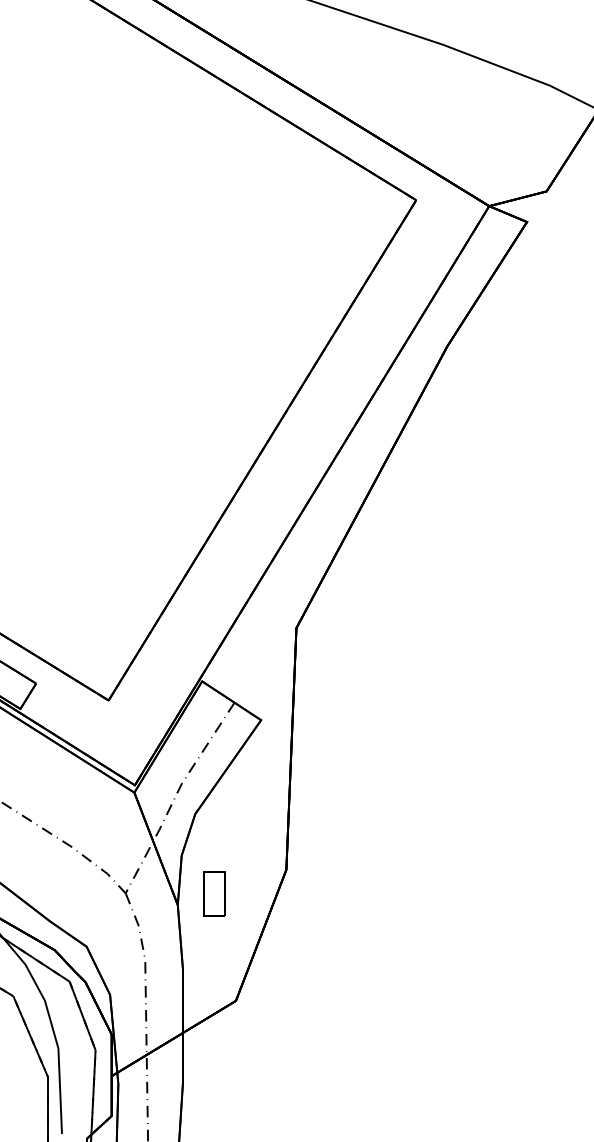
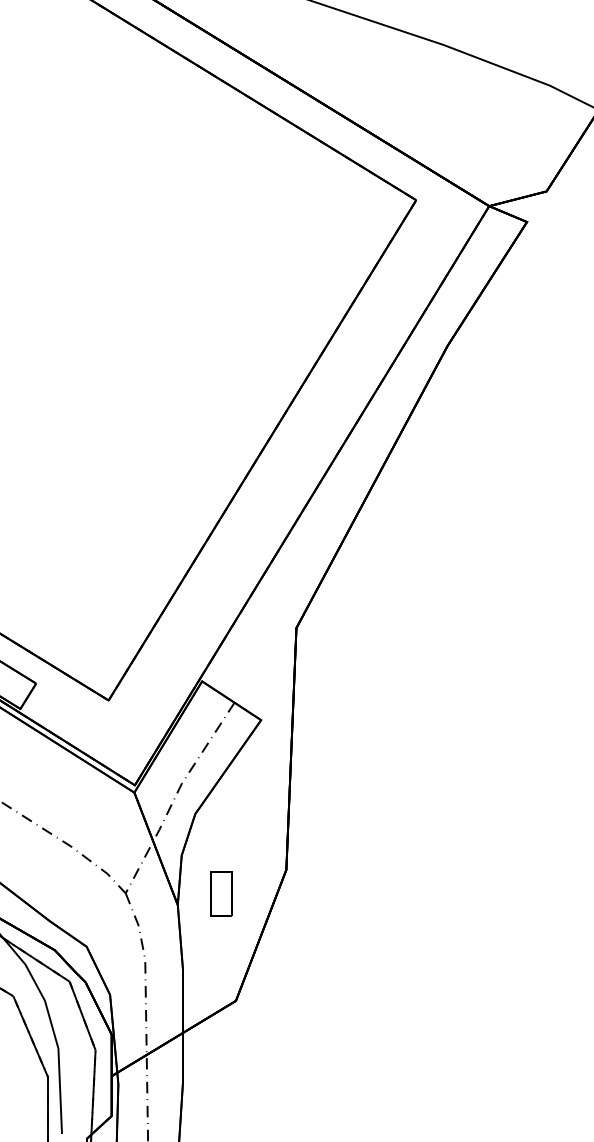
part at (214, 893) position: (214, 893) -> (221, 893)
